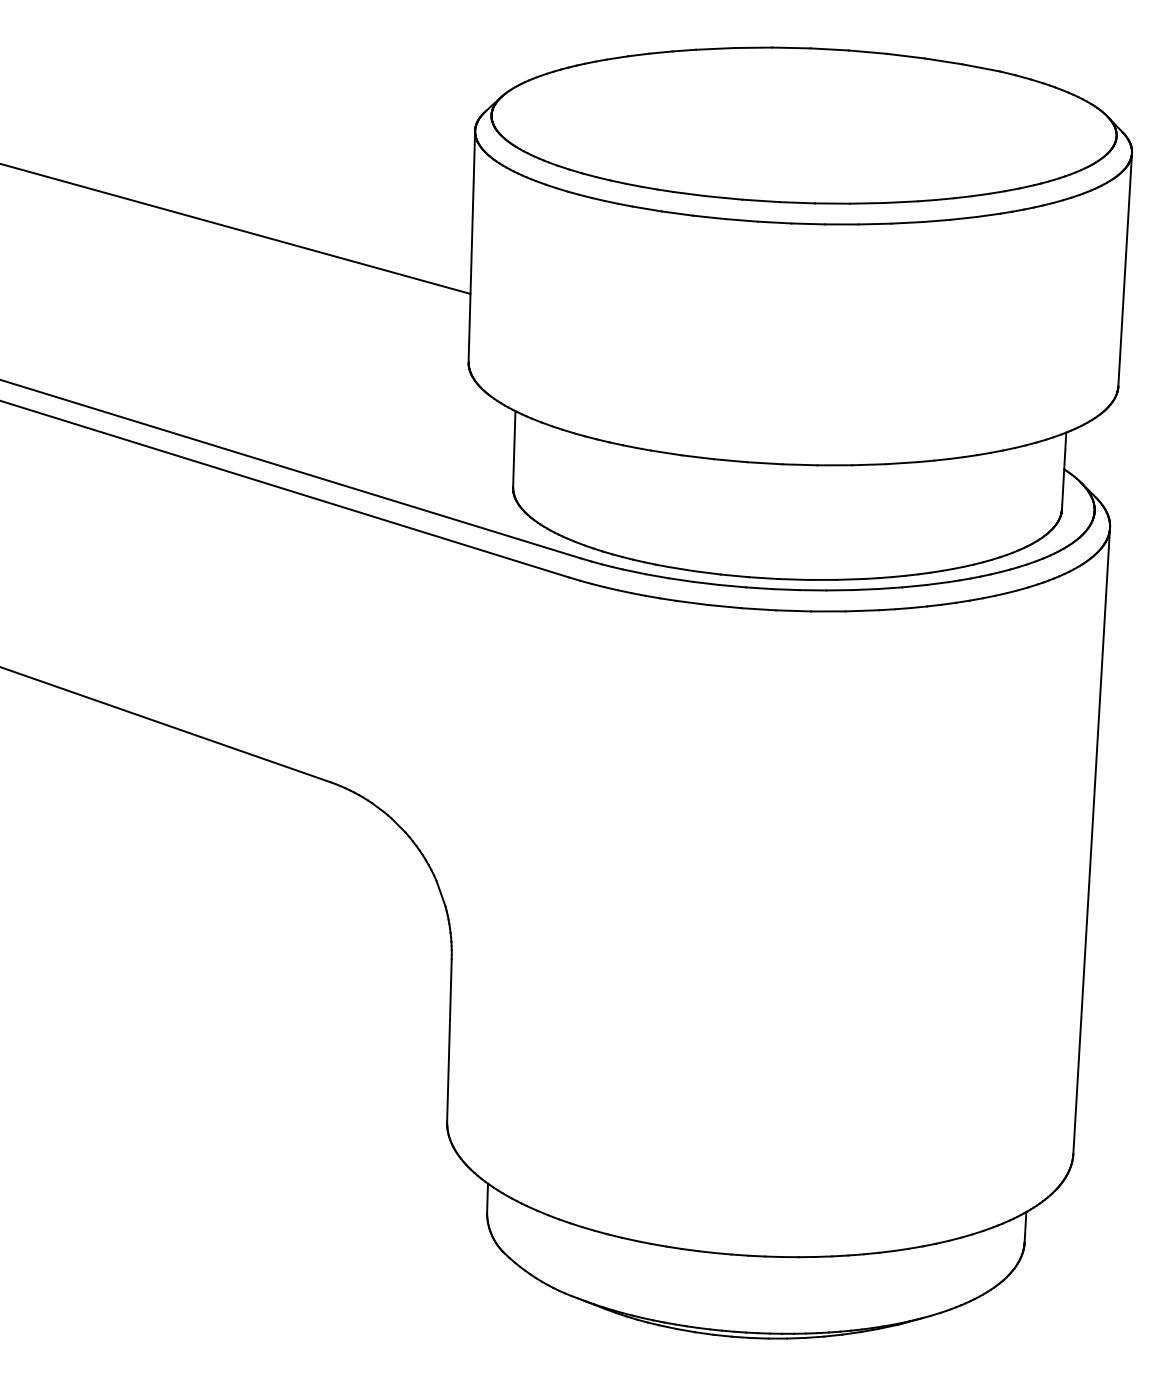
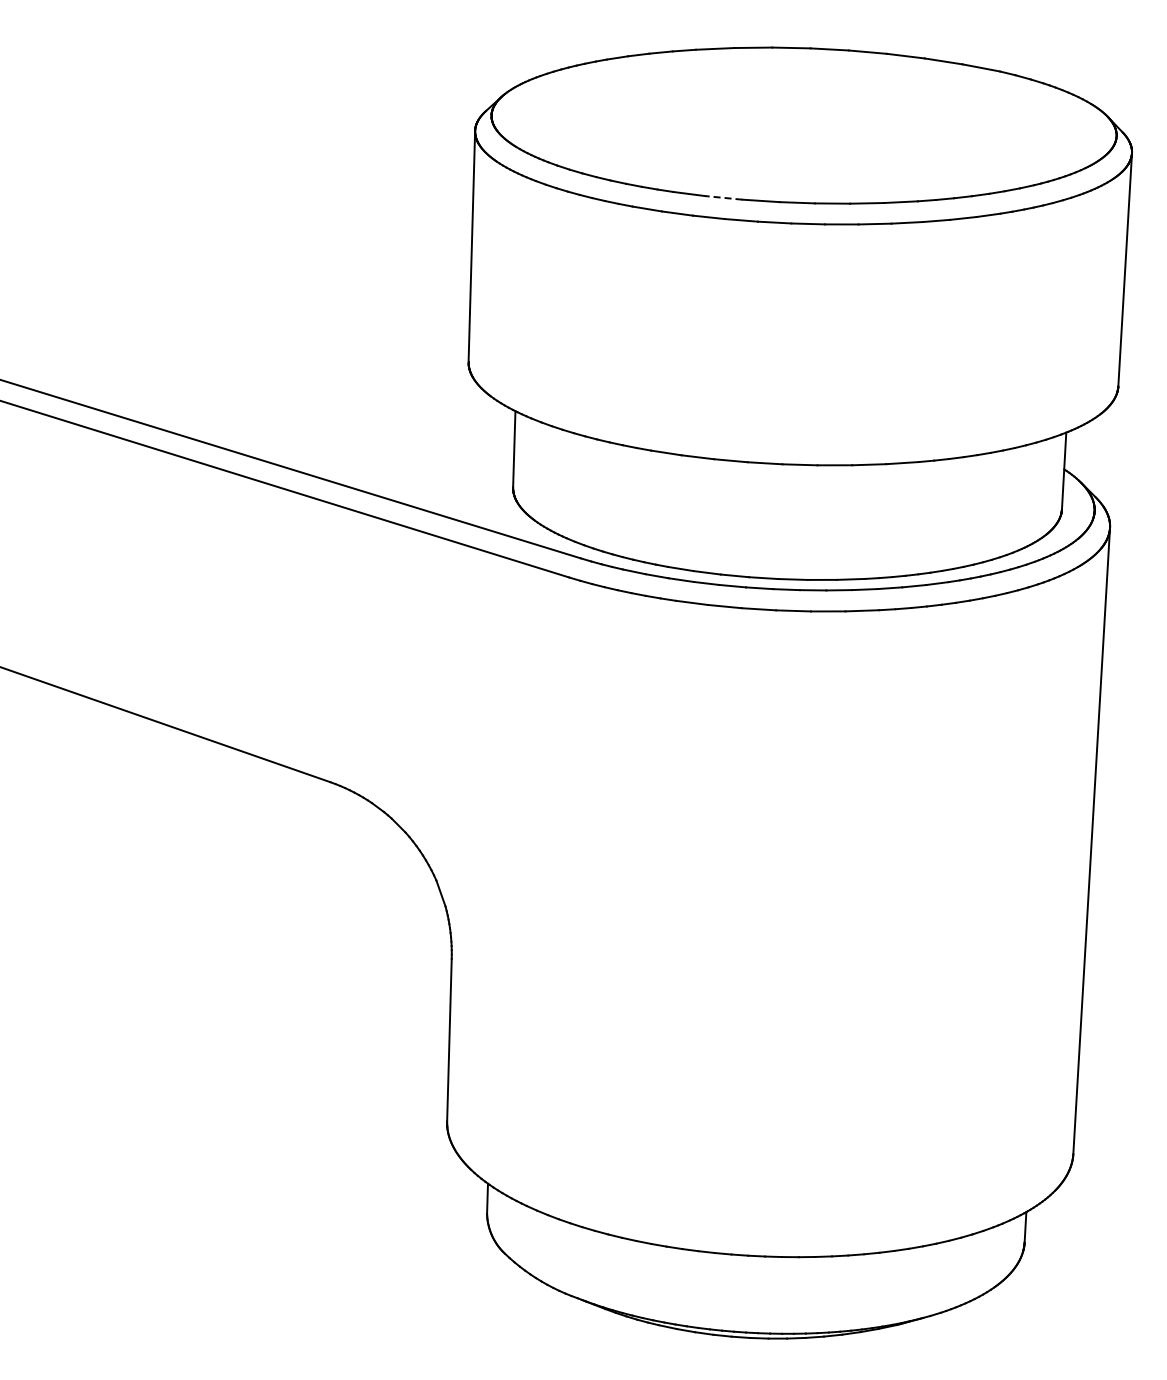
line at (723, 197): solid -> dashed
line at (236, 228): present -> none
